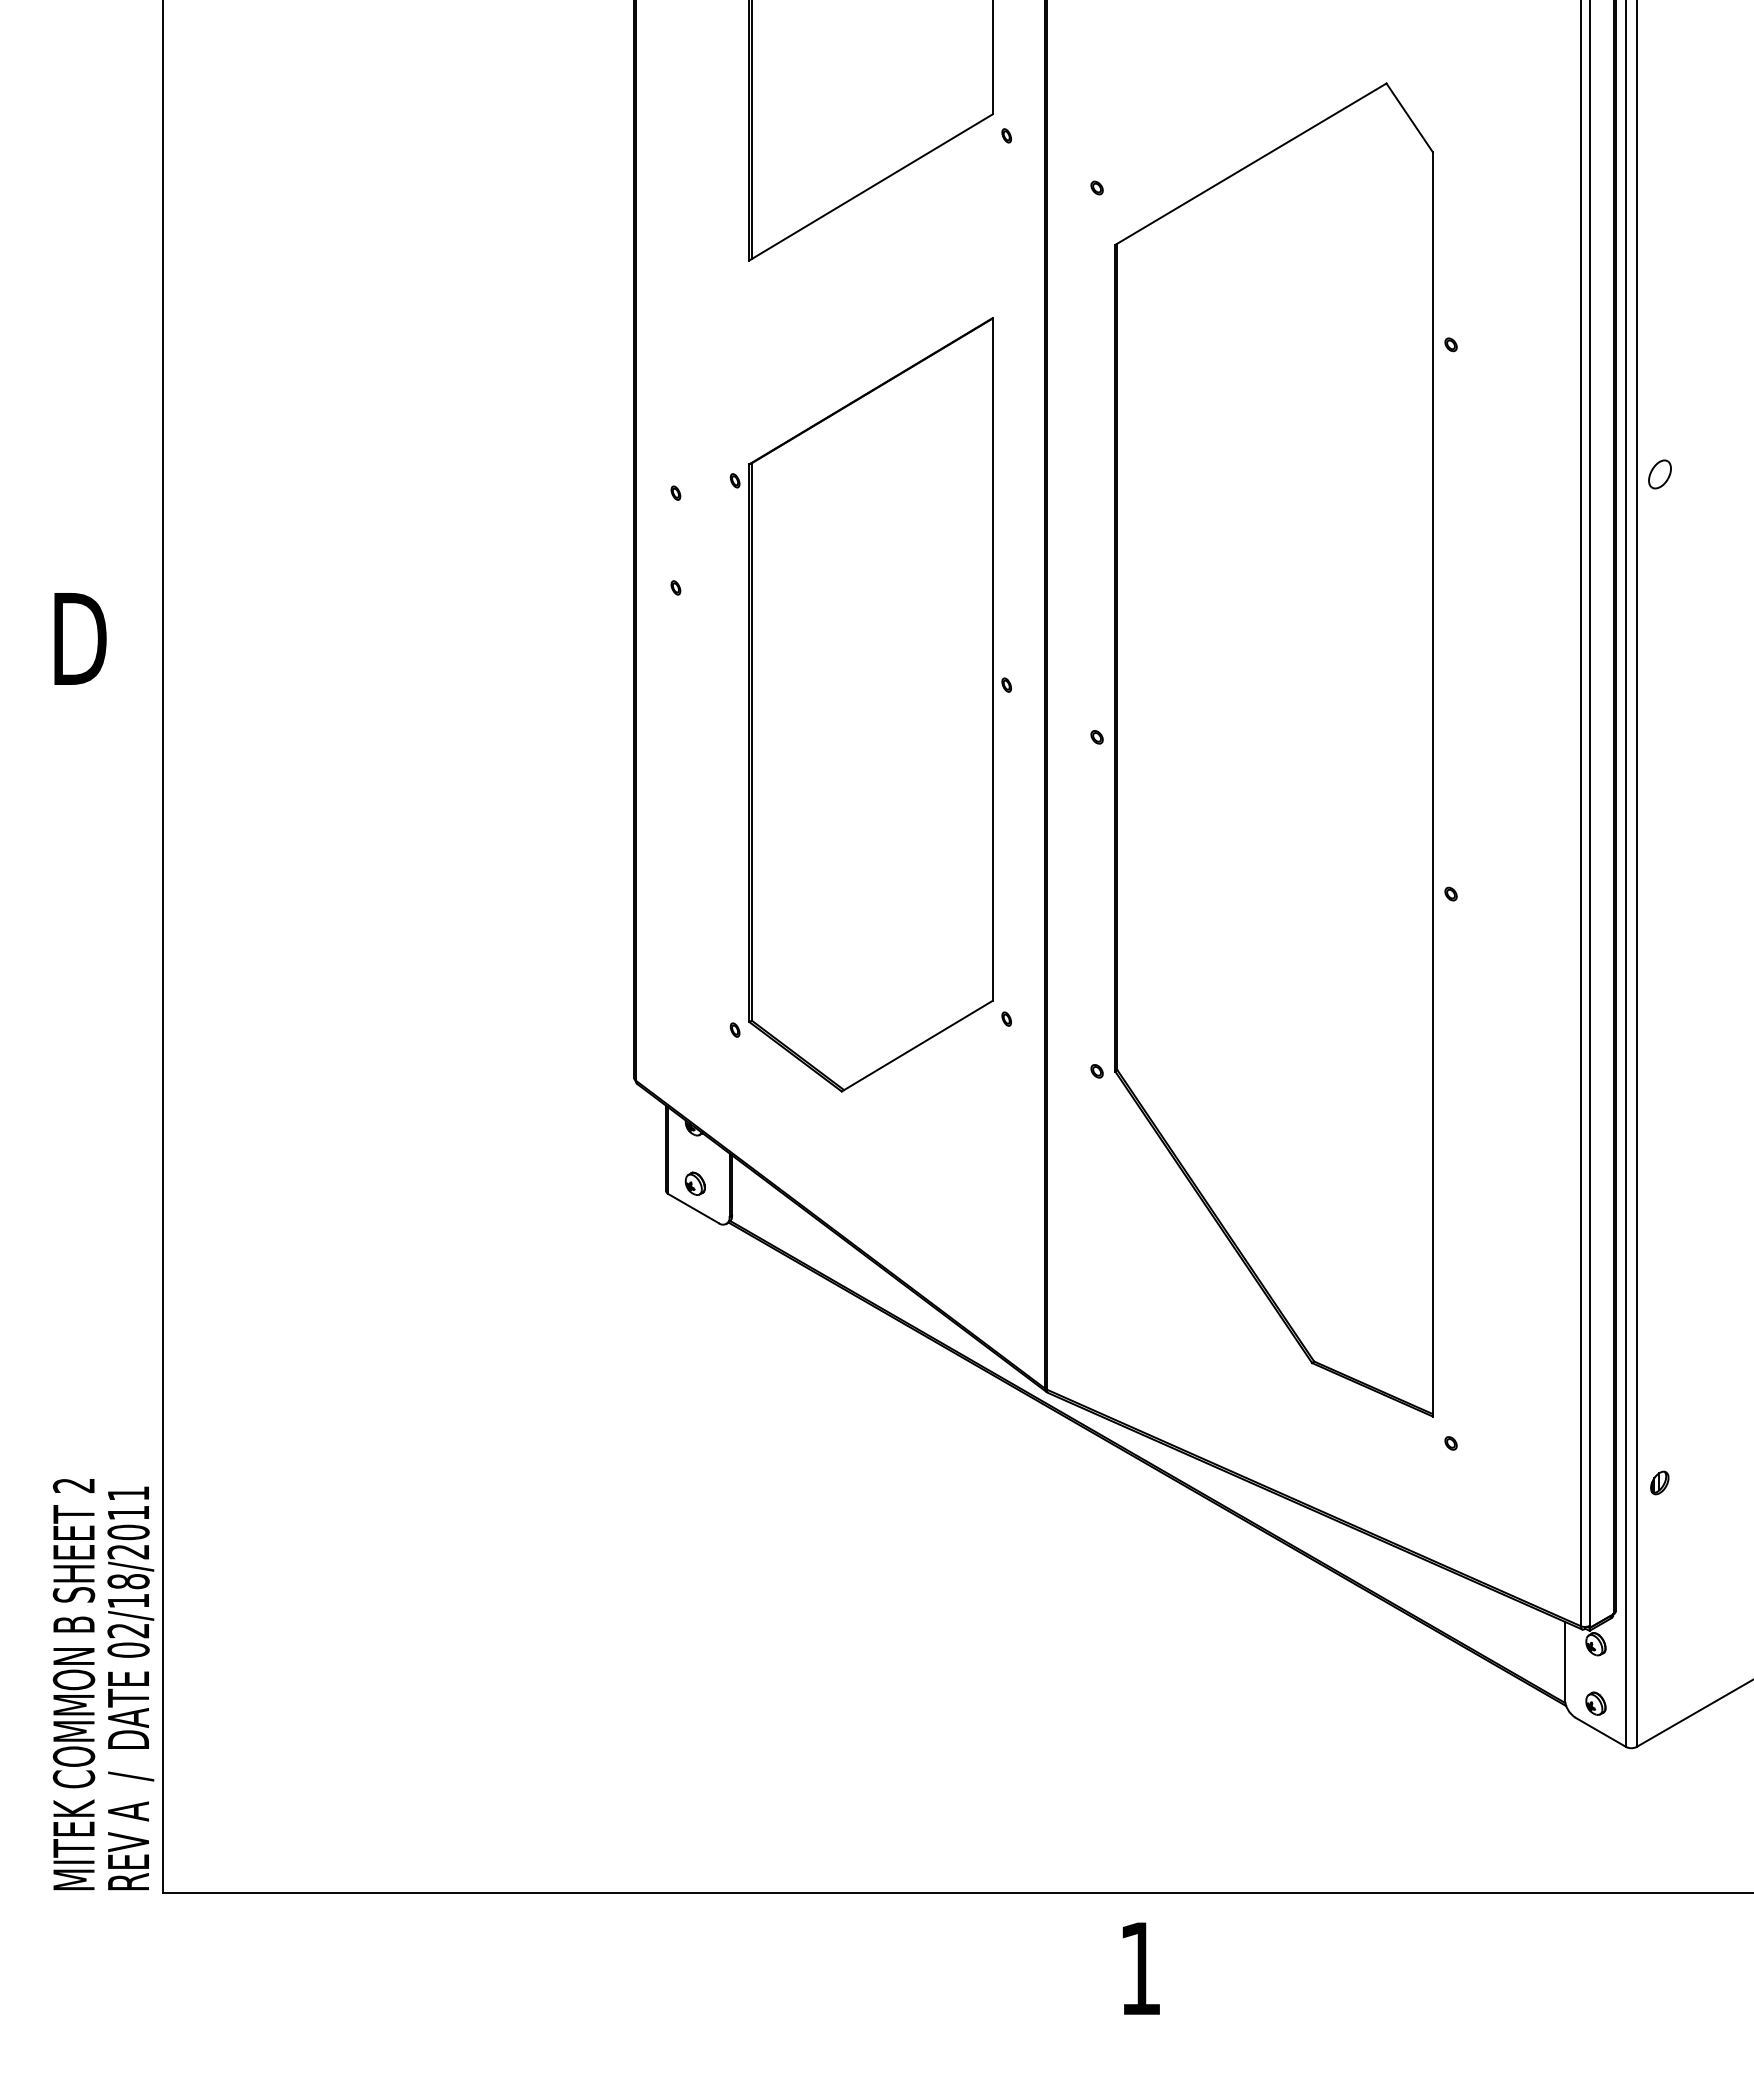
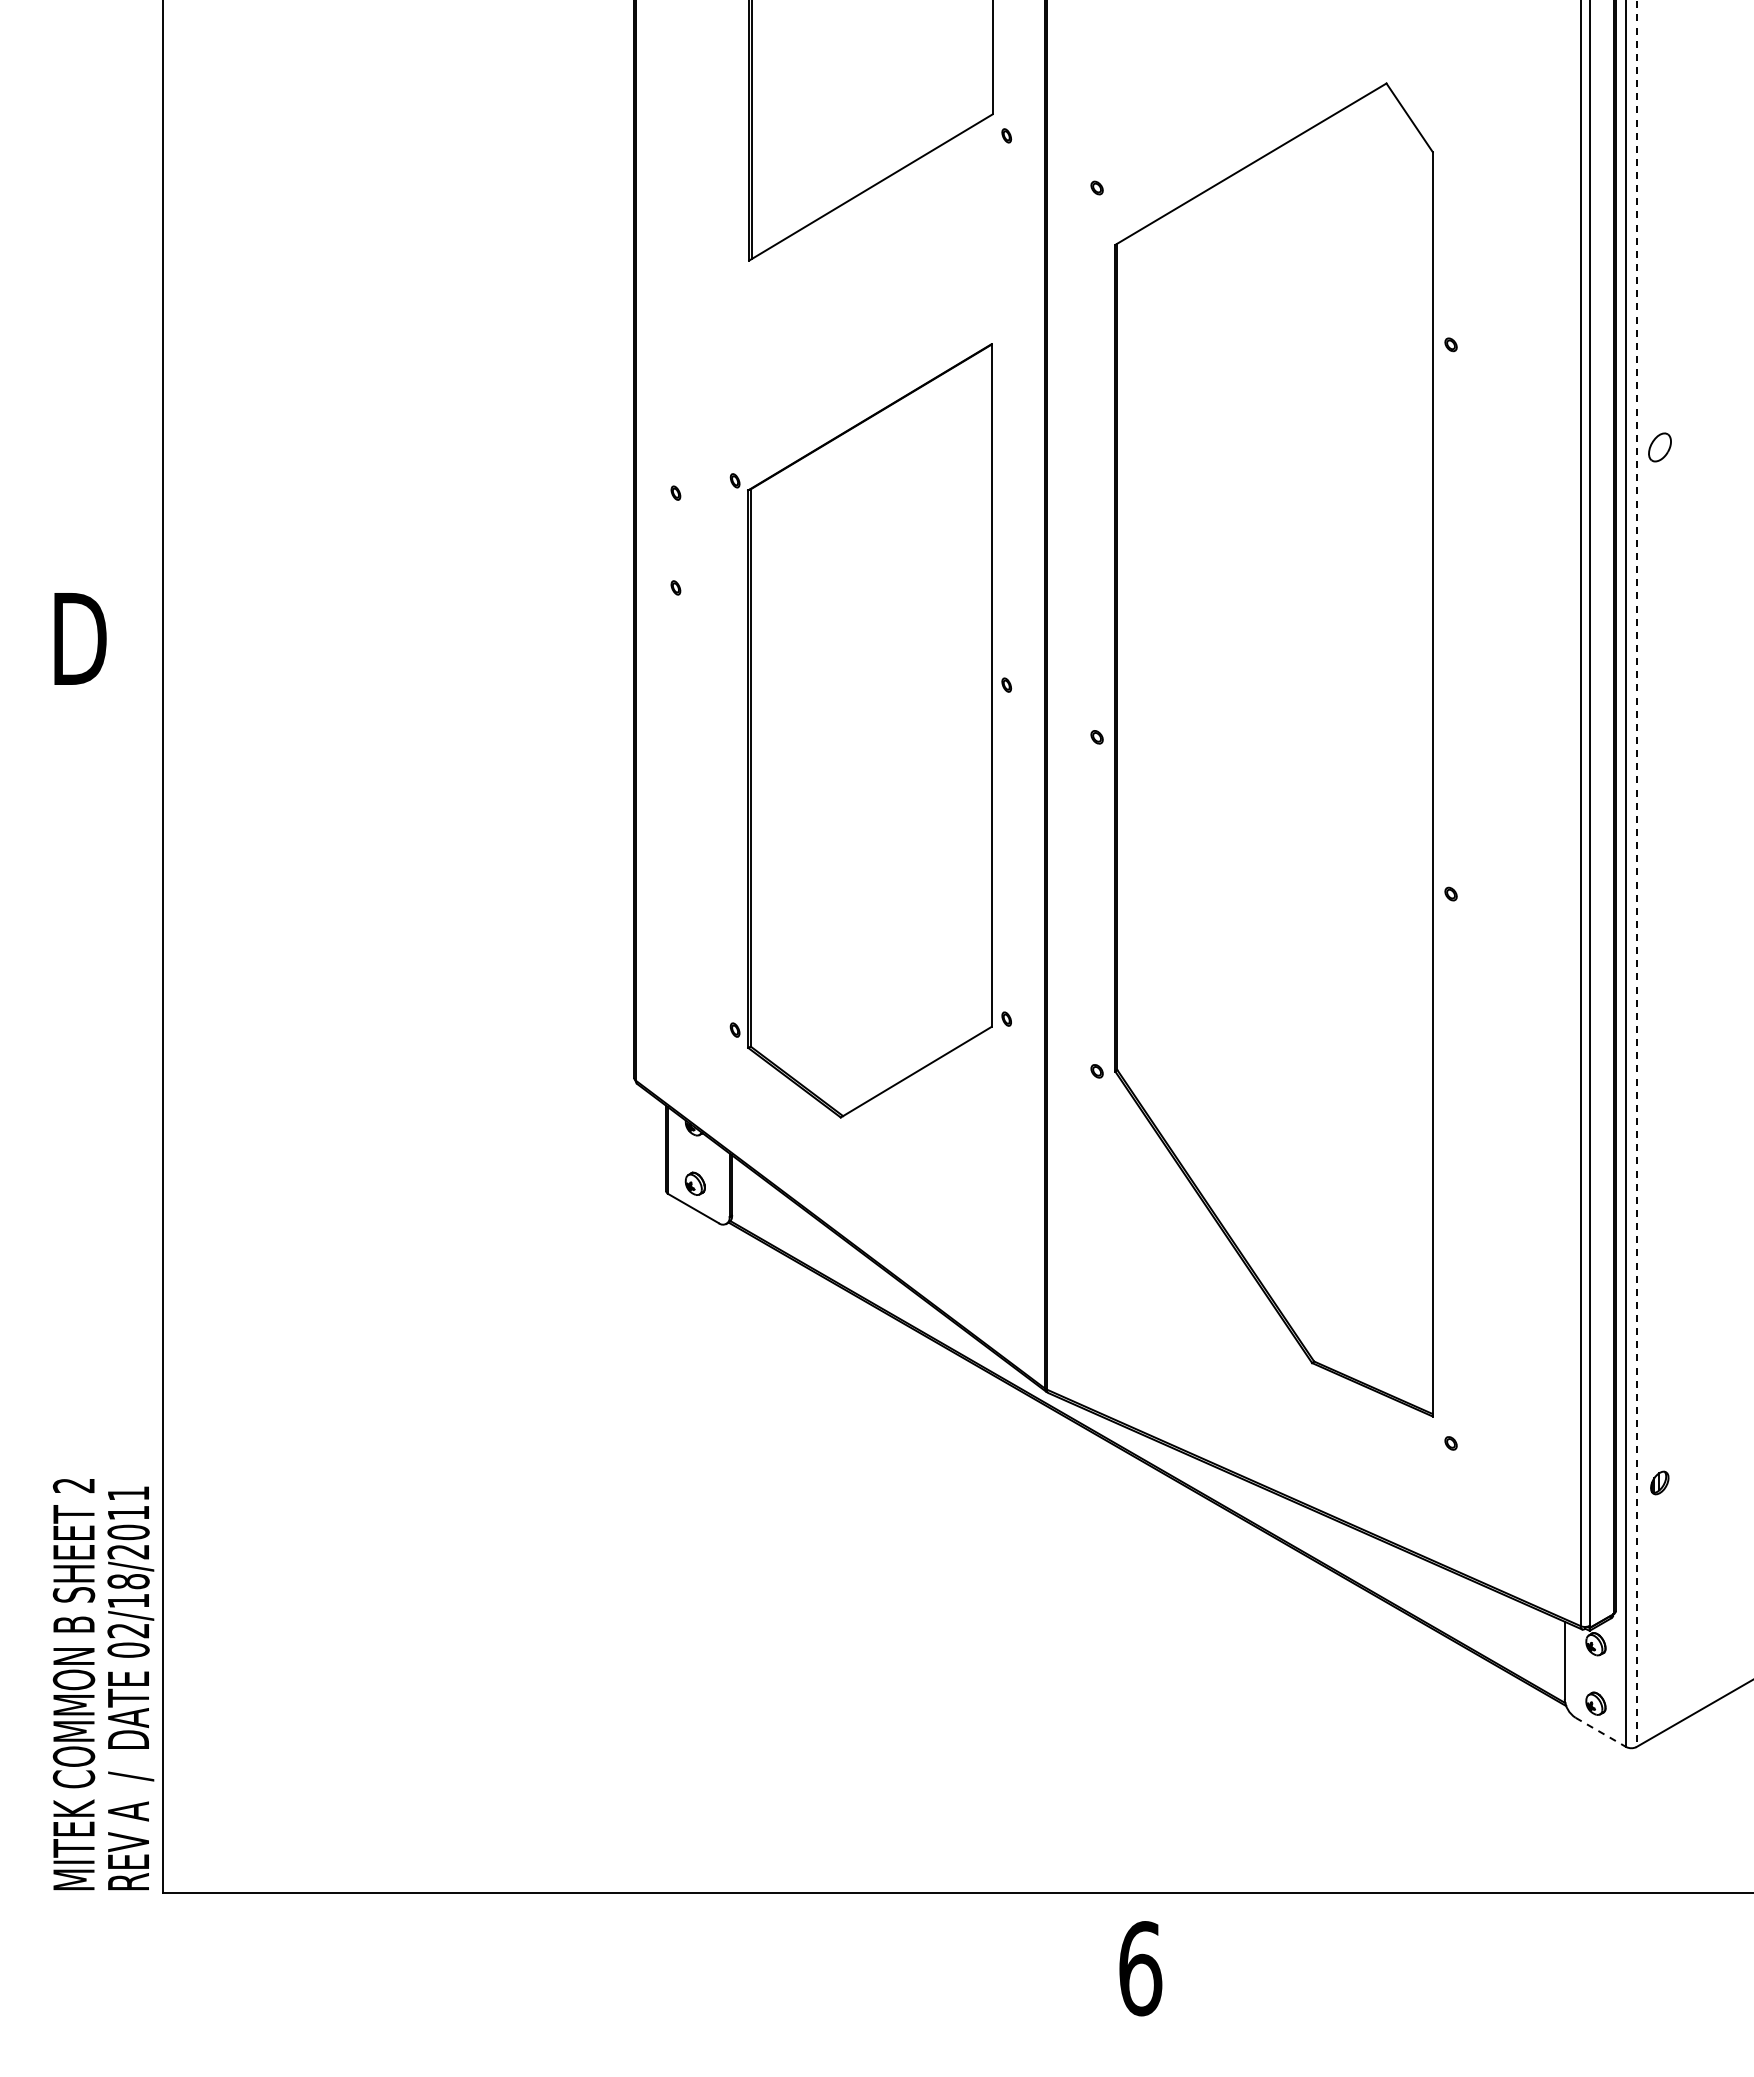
part at (1659, 474) position: (1659, 474) -> (1659, 447)
part at (870, 704) position: (870, 704) -> (869, 730)
line at (1636, 874): solid -> dashed
line at (1601, 1732): solid -> dashed
text at (1140, 1968): 1 -> 6
